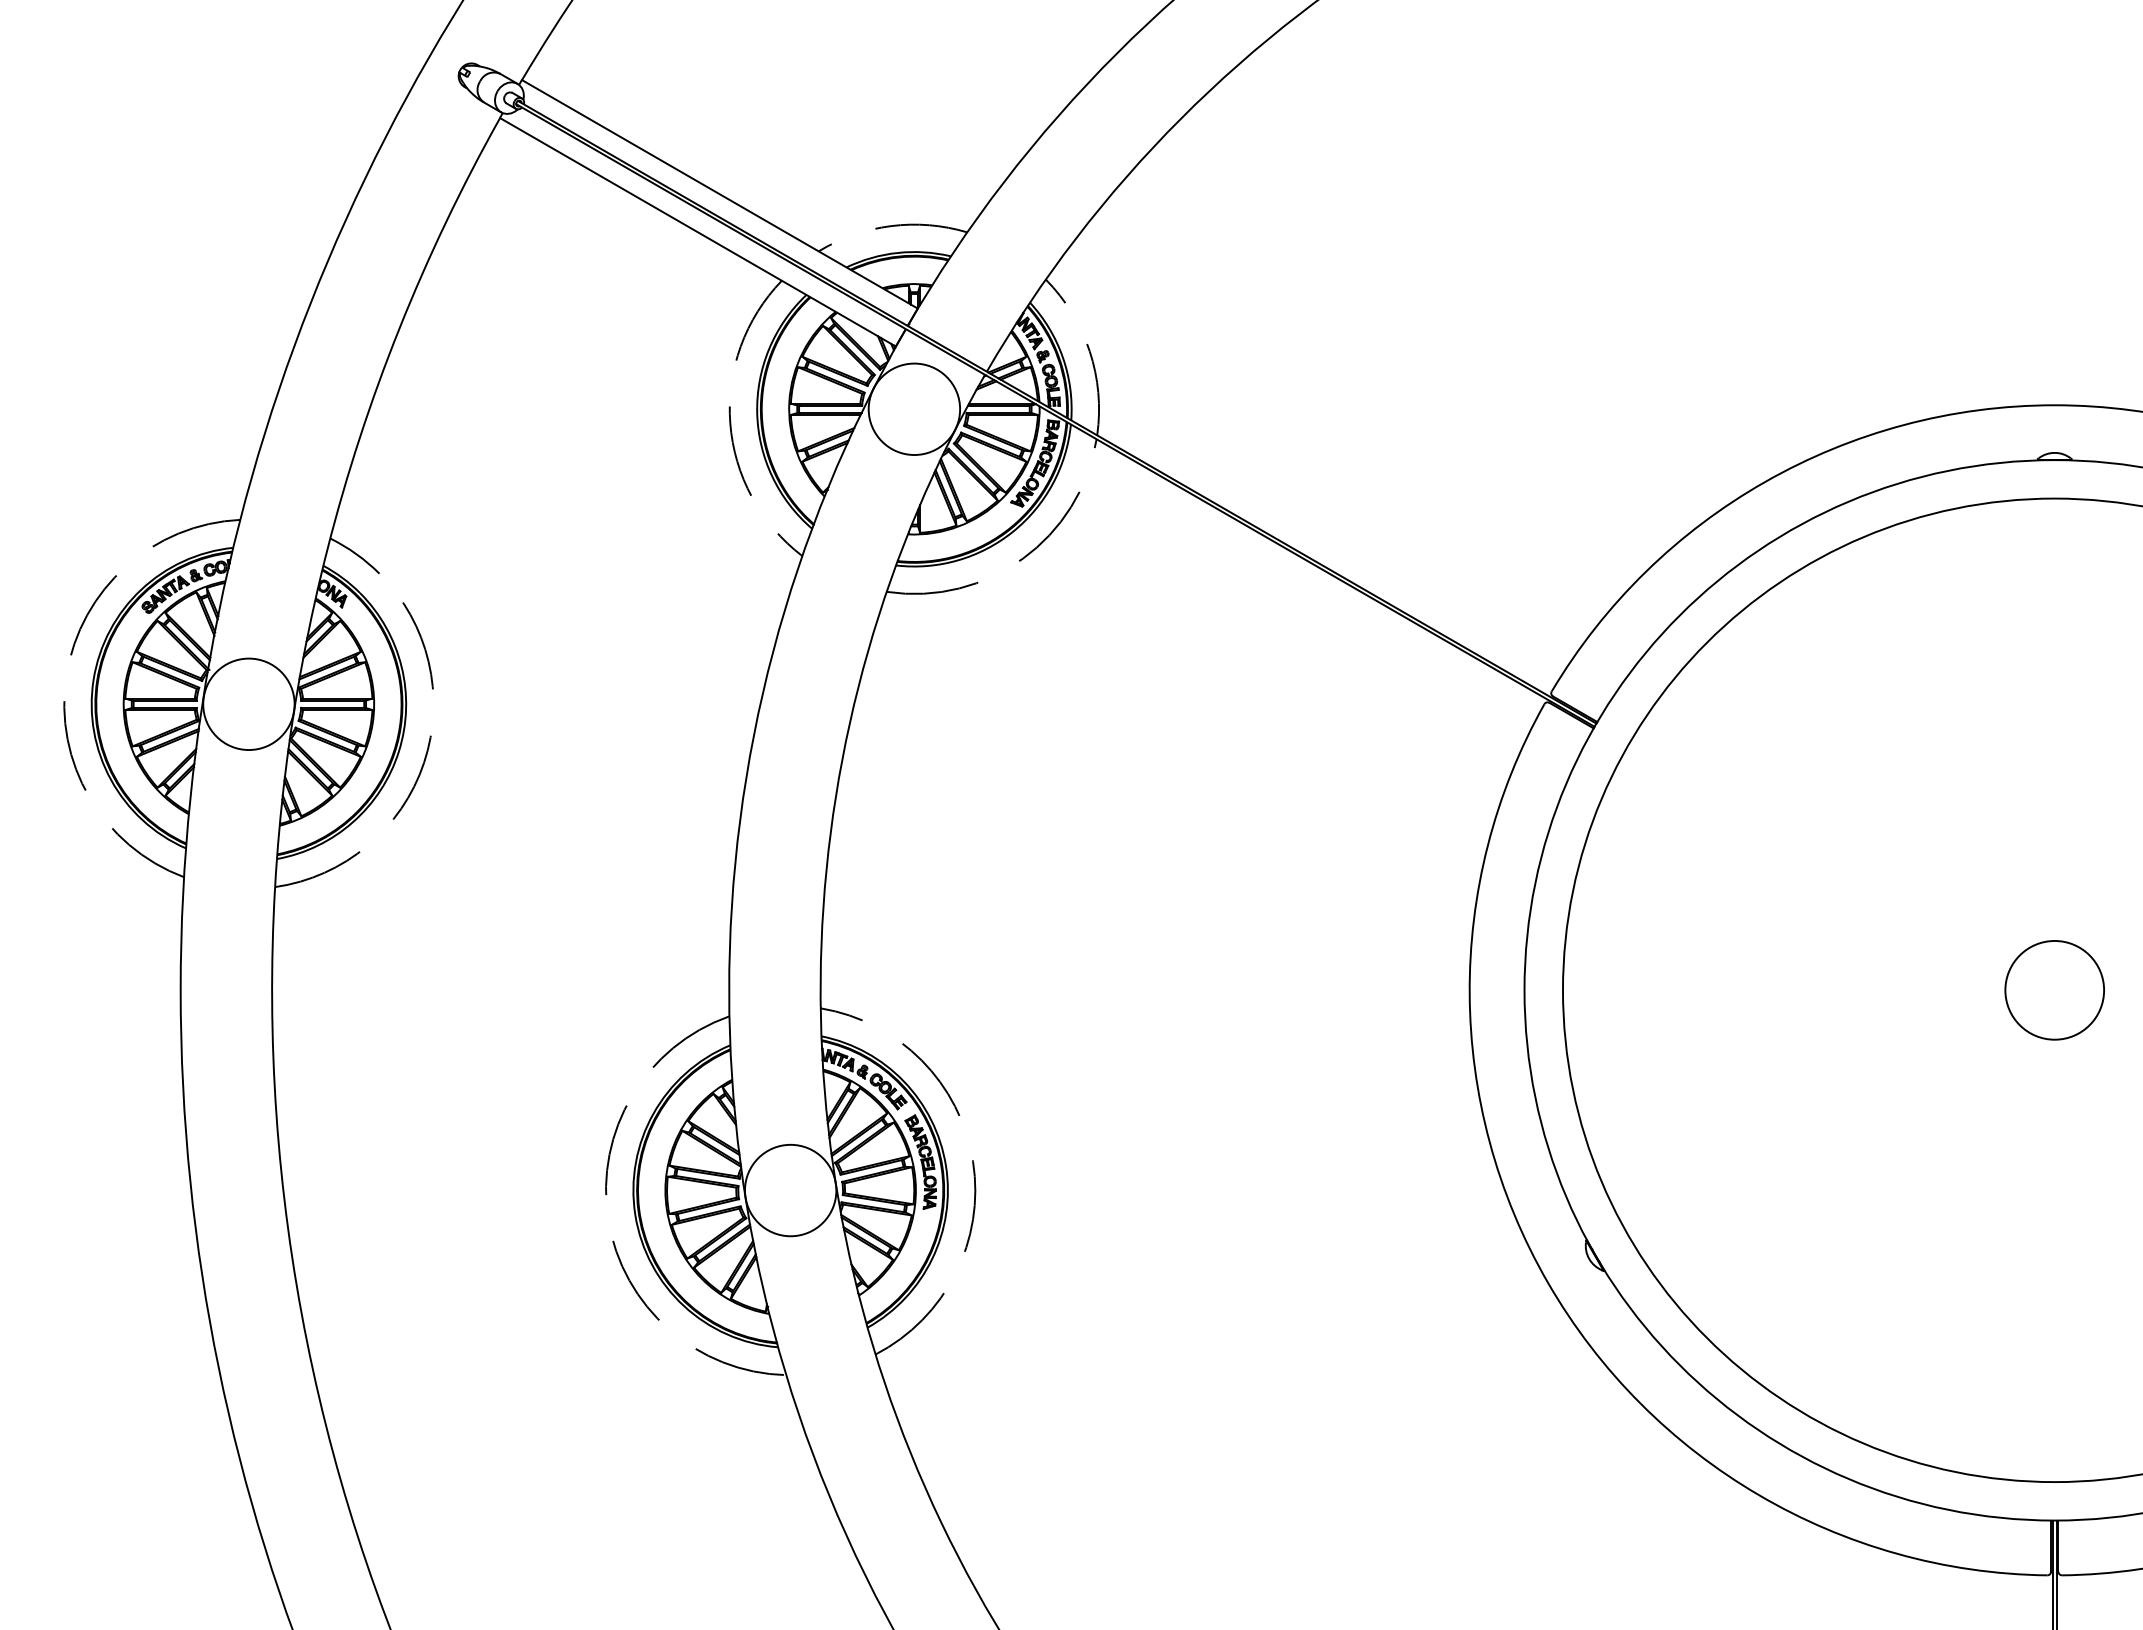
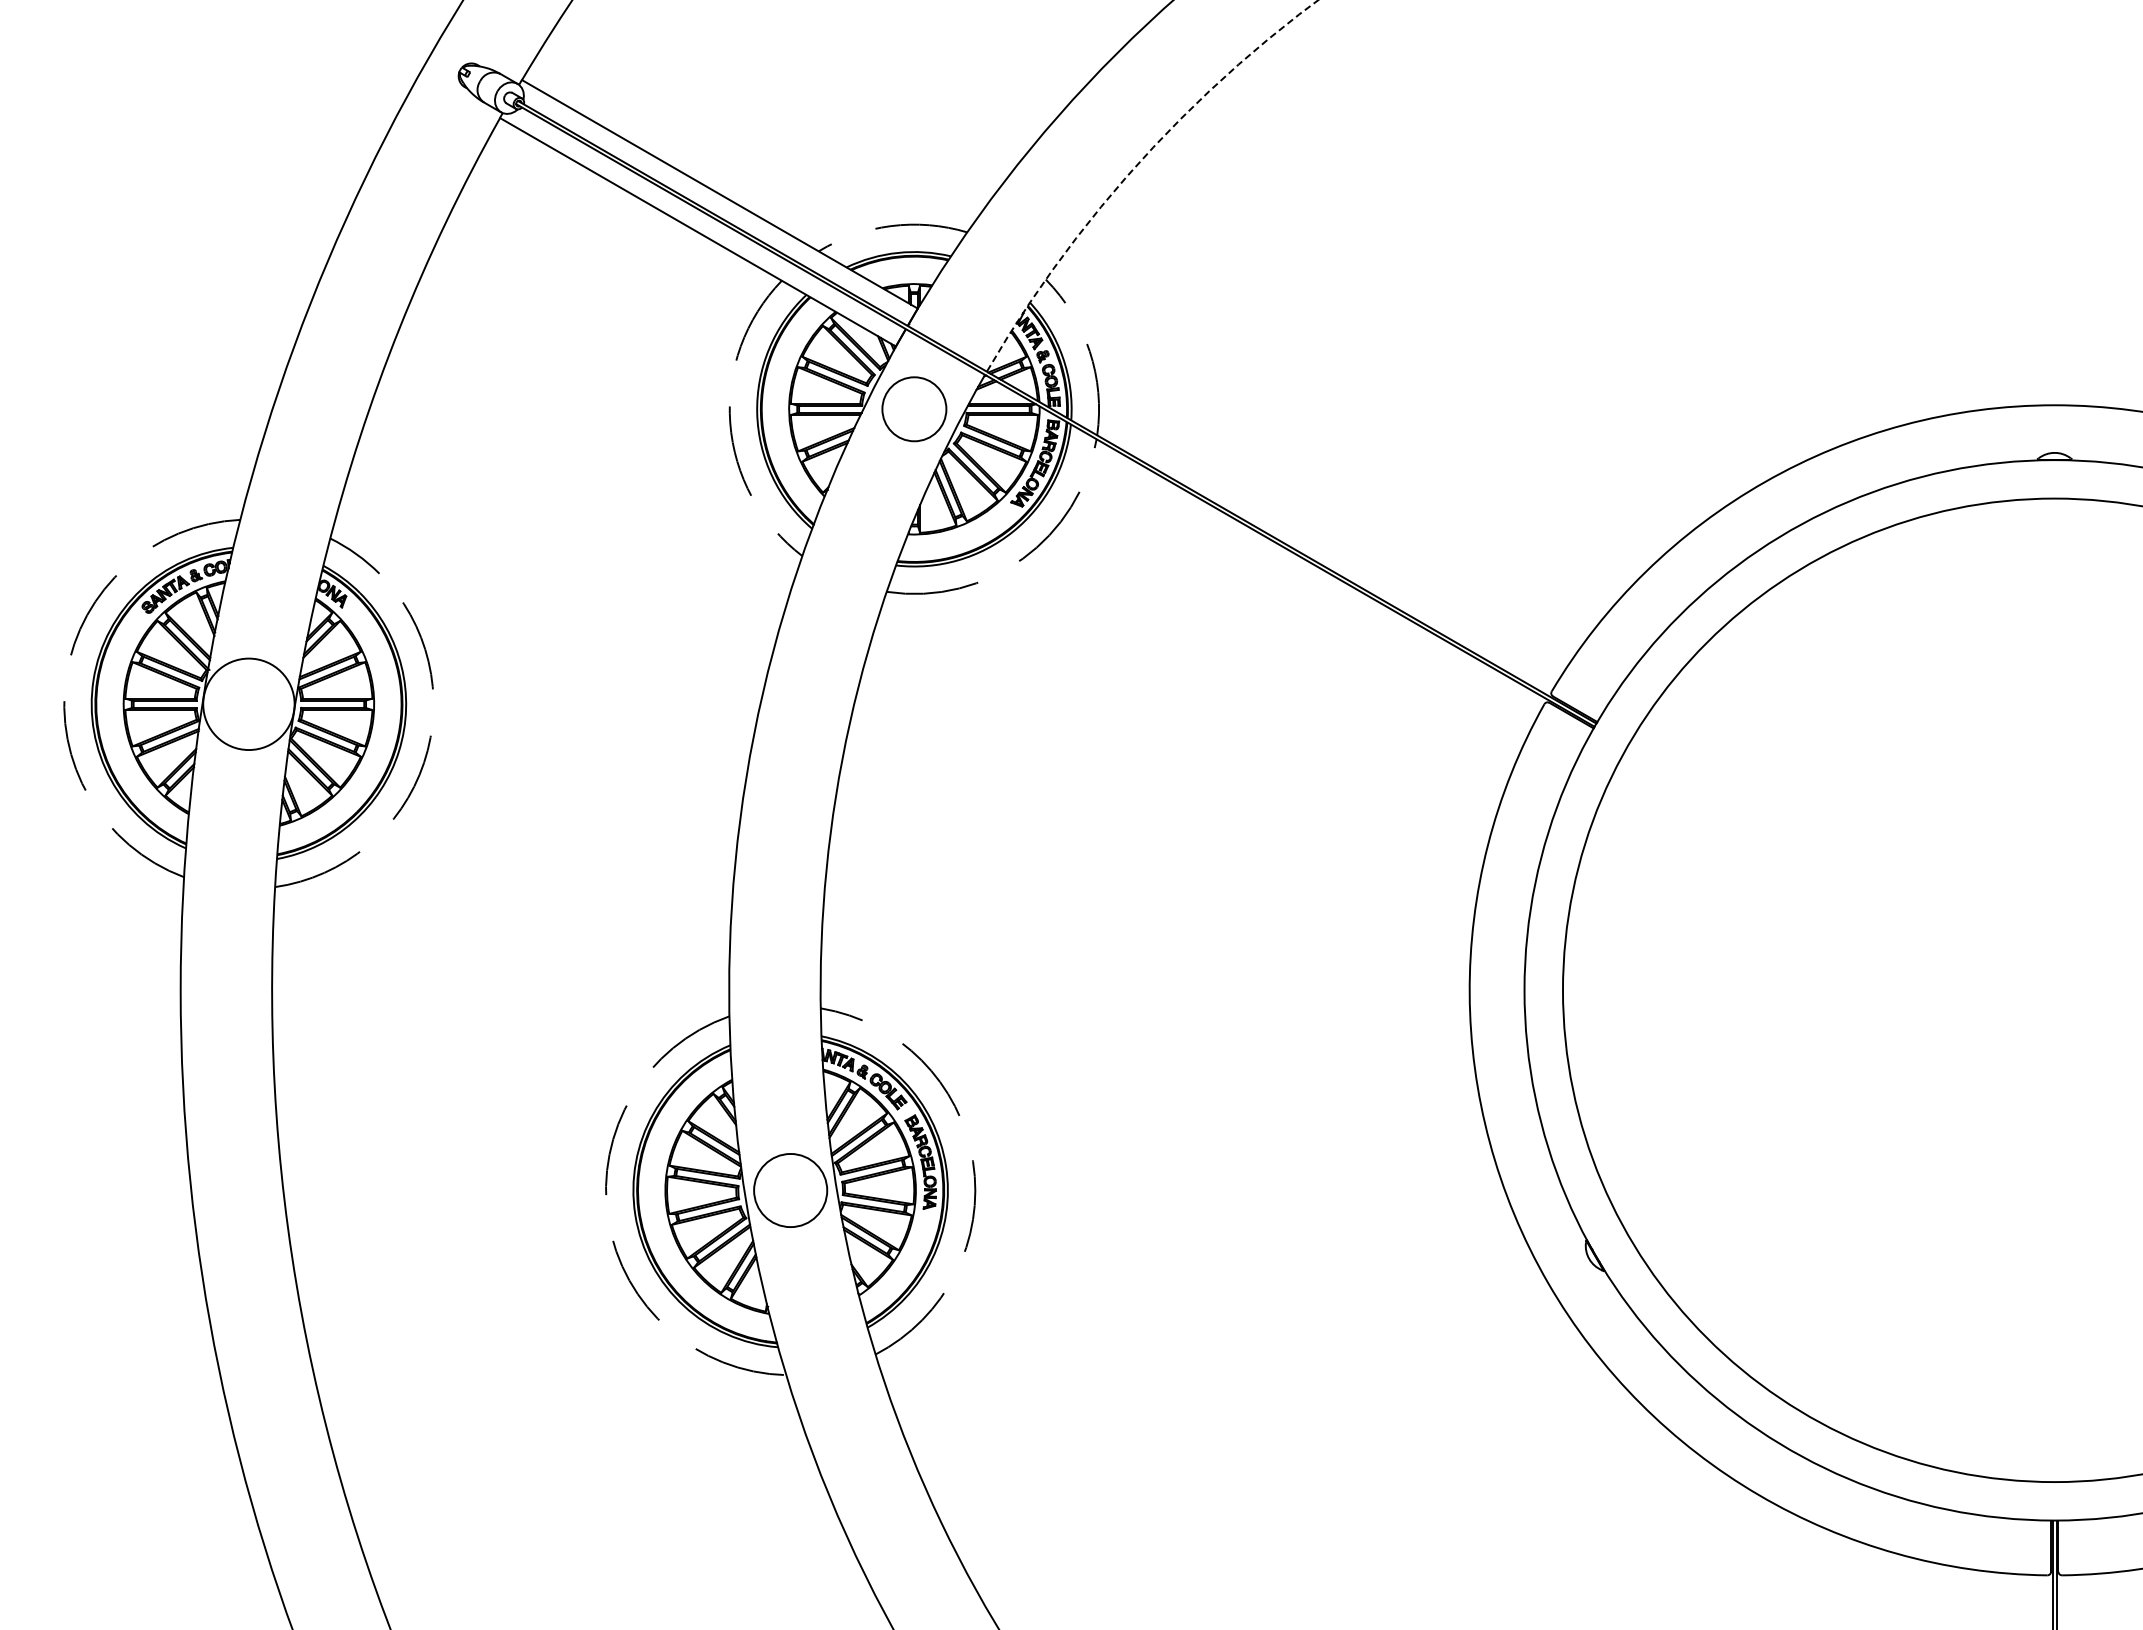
arc at (1133, 169): solid -> dashed
circle at (914, 409) diameter: 91 px -> 64 px
circle at (2054, 990): present -> none
circle at (790, 1190) diameter: 91 px -> 73 px
